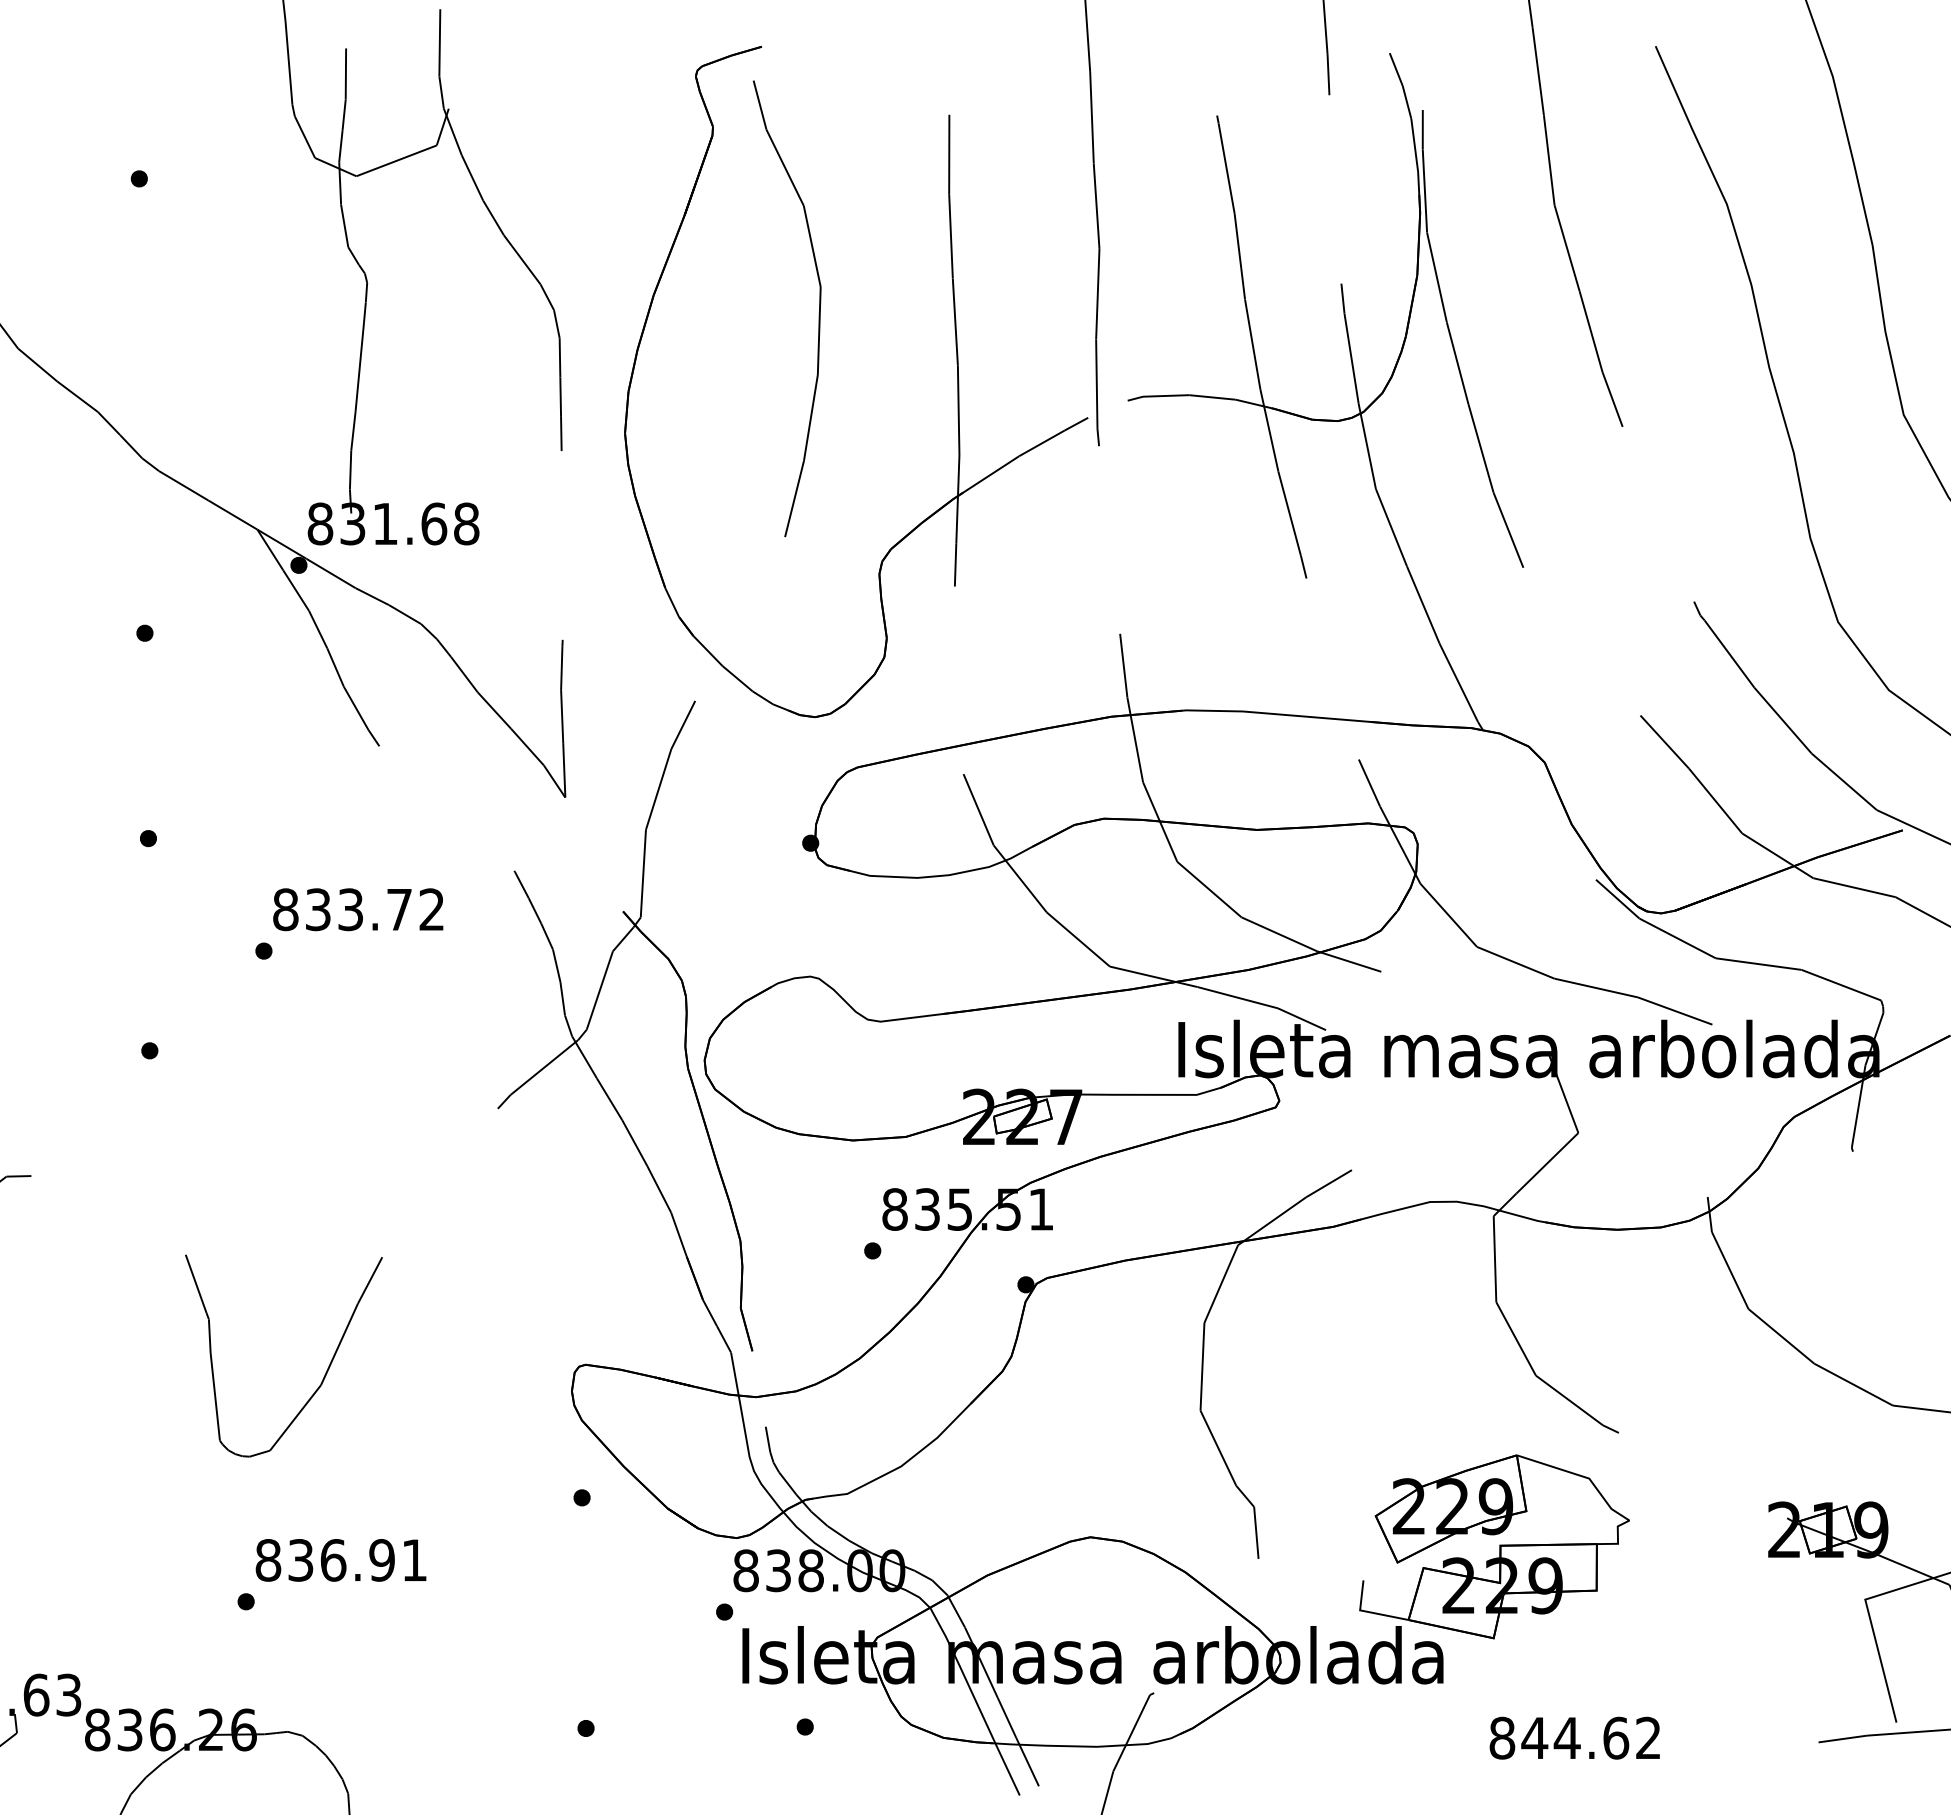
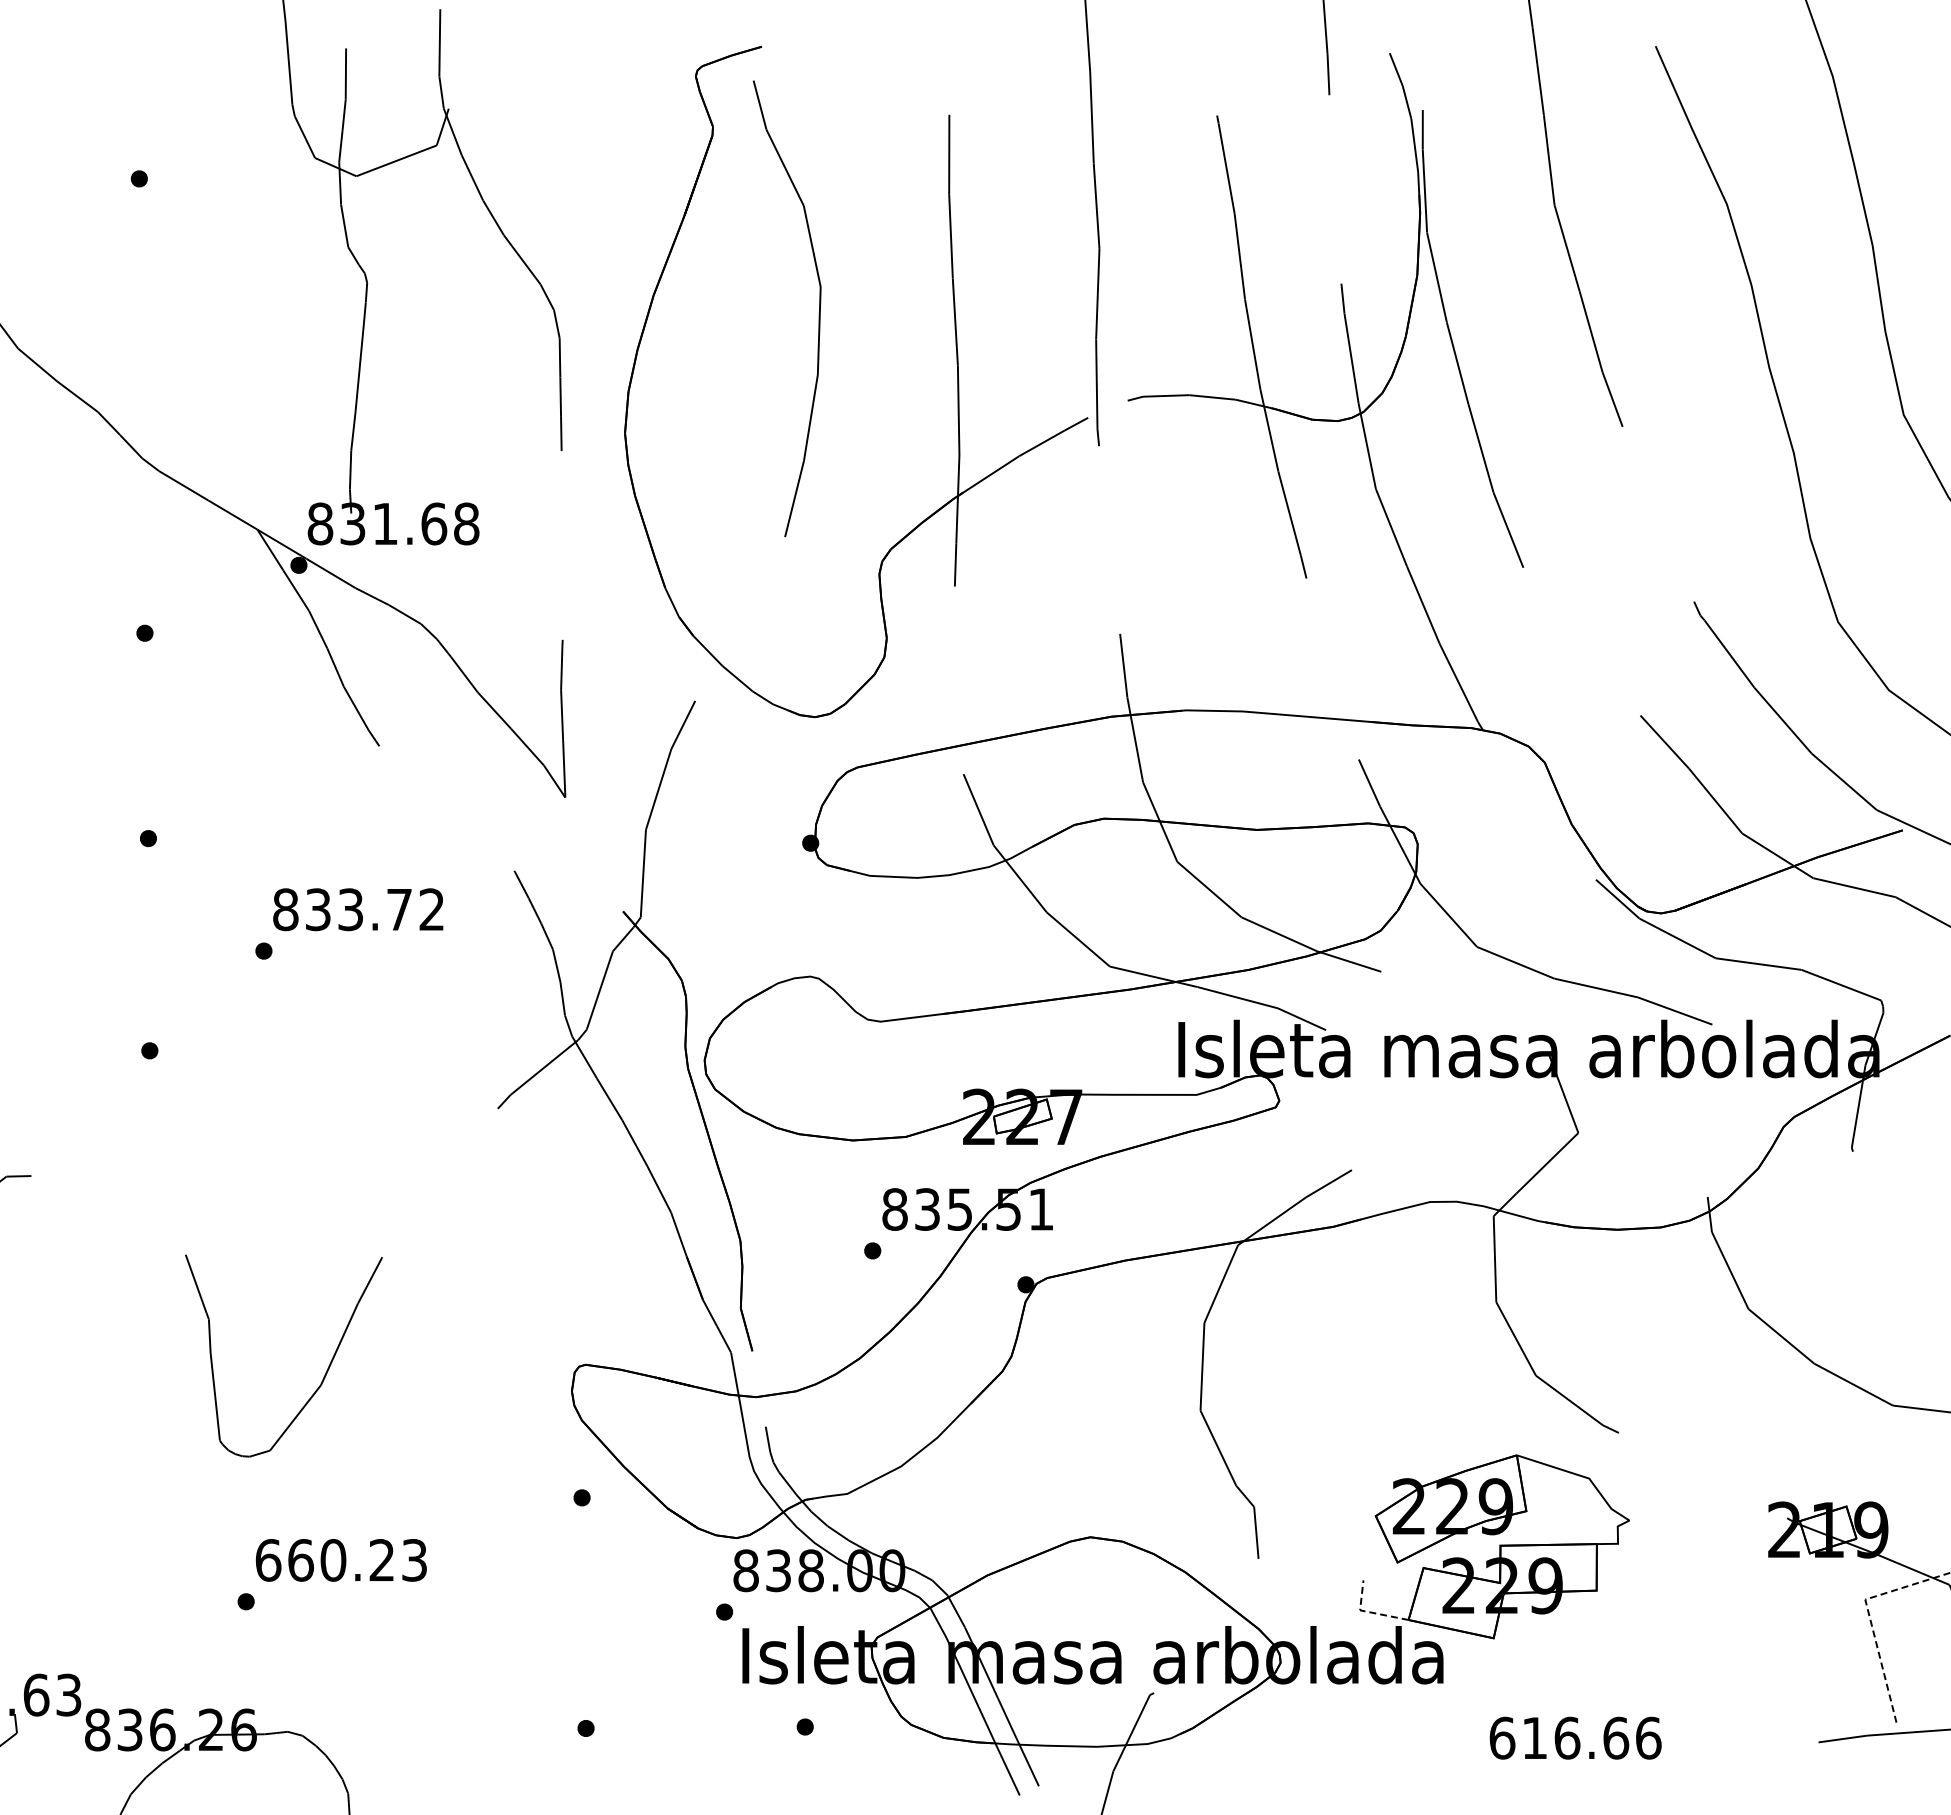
text at (340, 1560): 836.91 -> 660.23
line at (1368, 1612): solid -> dashed
line at (1869, 1617): solid -> dashed
text at (1575, 1737): 844.62 -> 616.66
